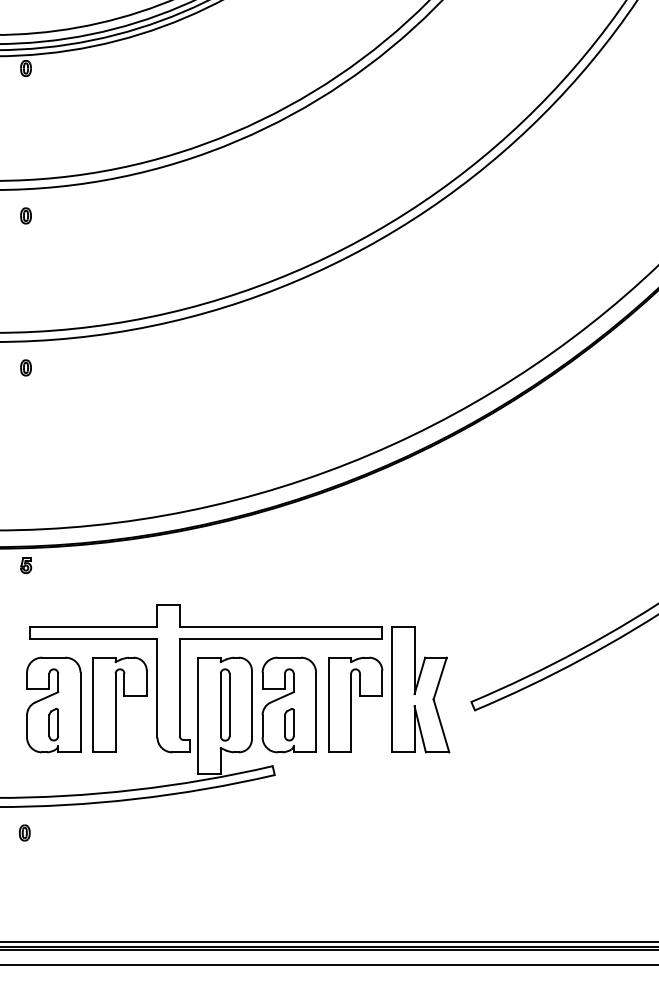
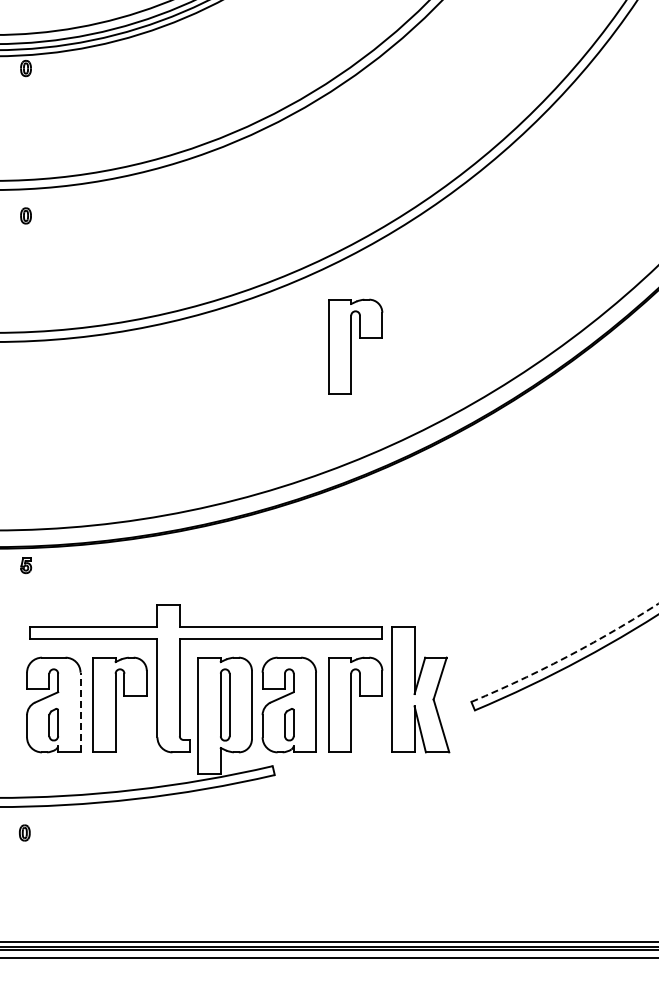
part at (355, 346): none -> present
part at (25, 367): present -> none
arc at (567, 656): solid -> dashed
line at (80, 712): solid -> dashed
line at (328, 965) position: (328, 965) -> (328, 958)
